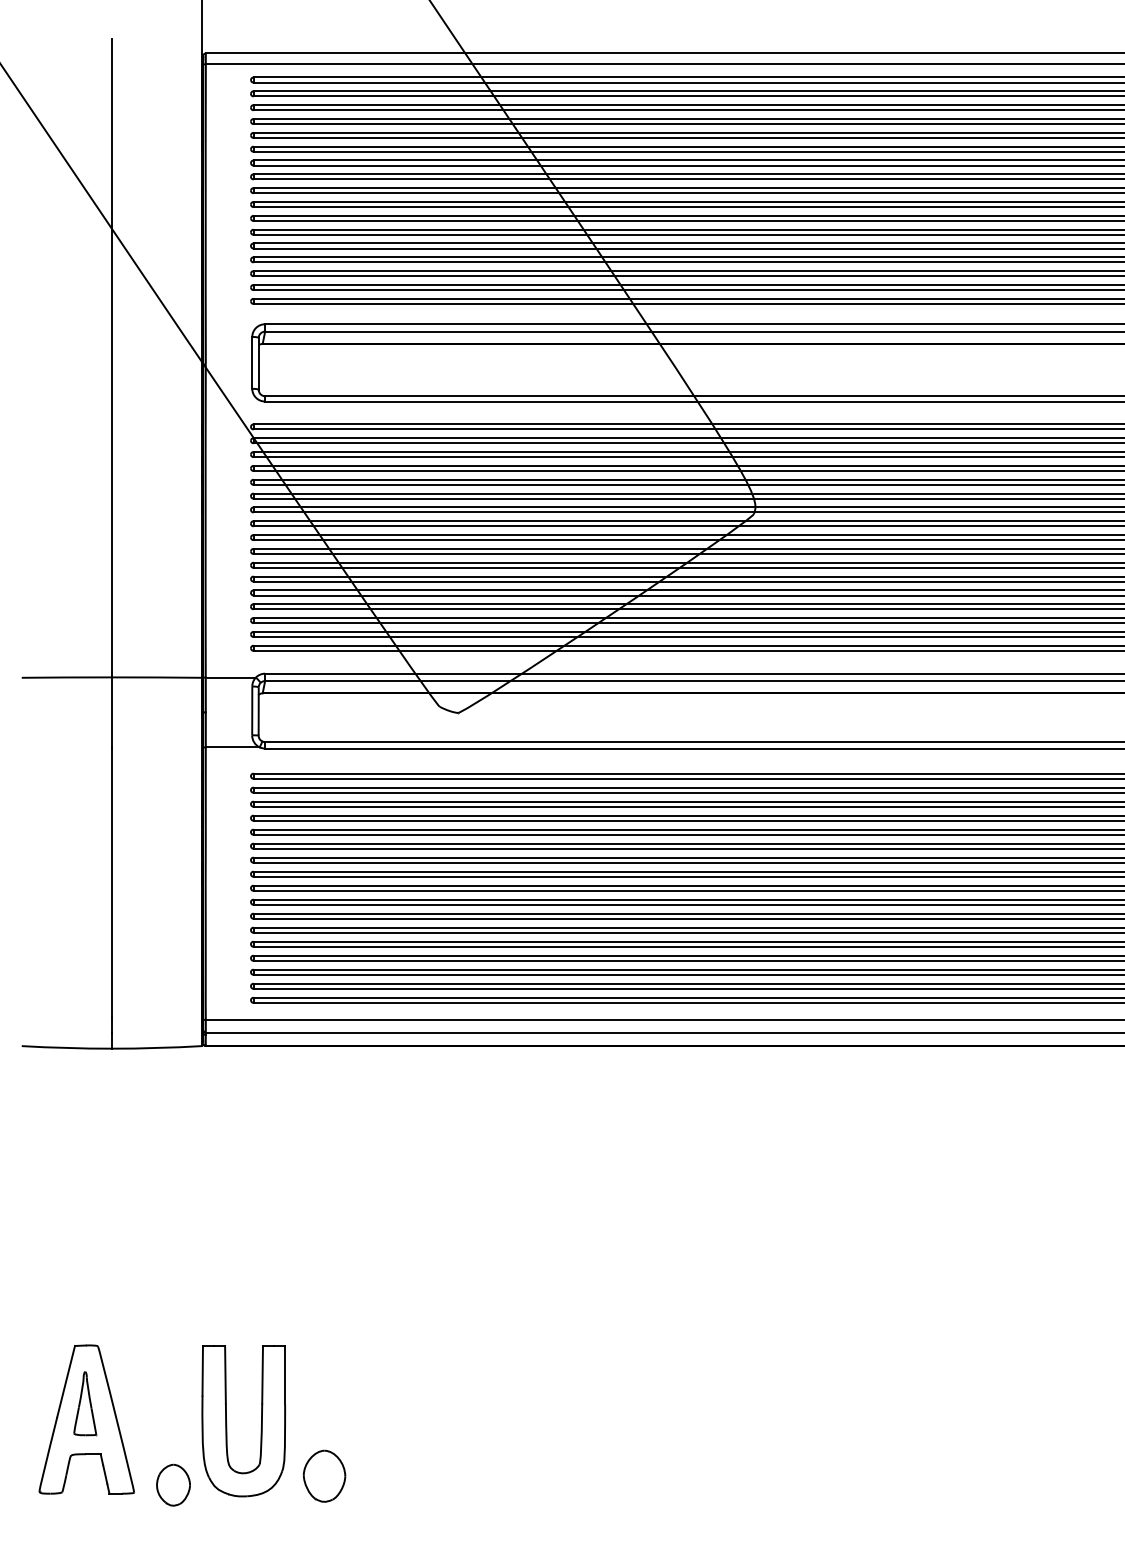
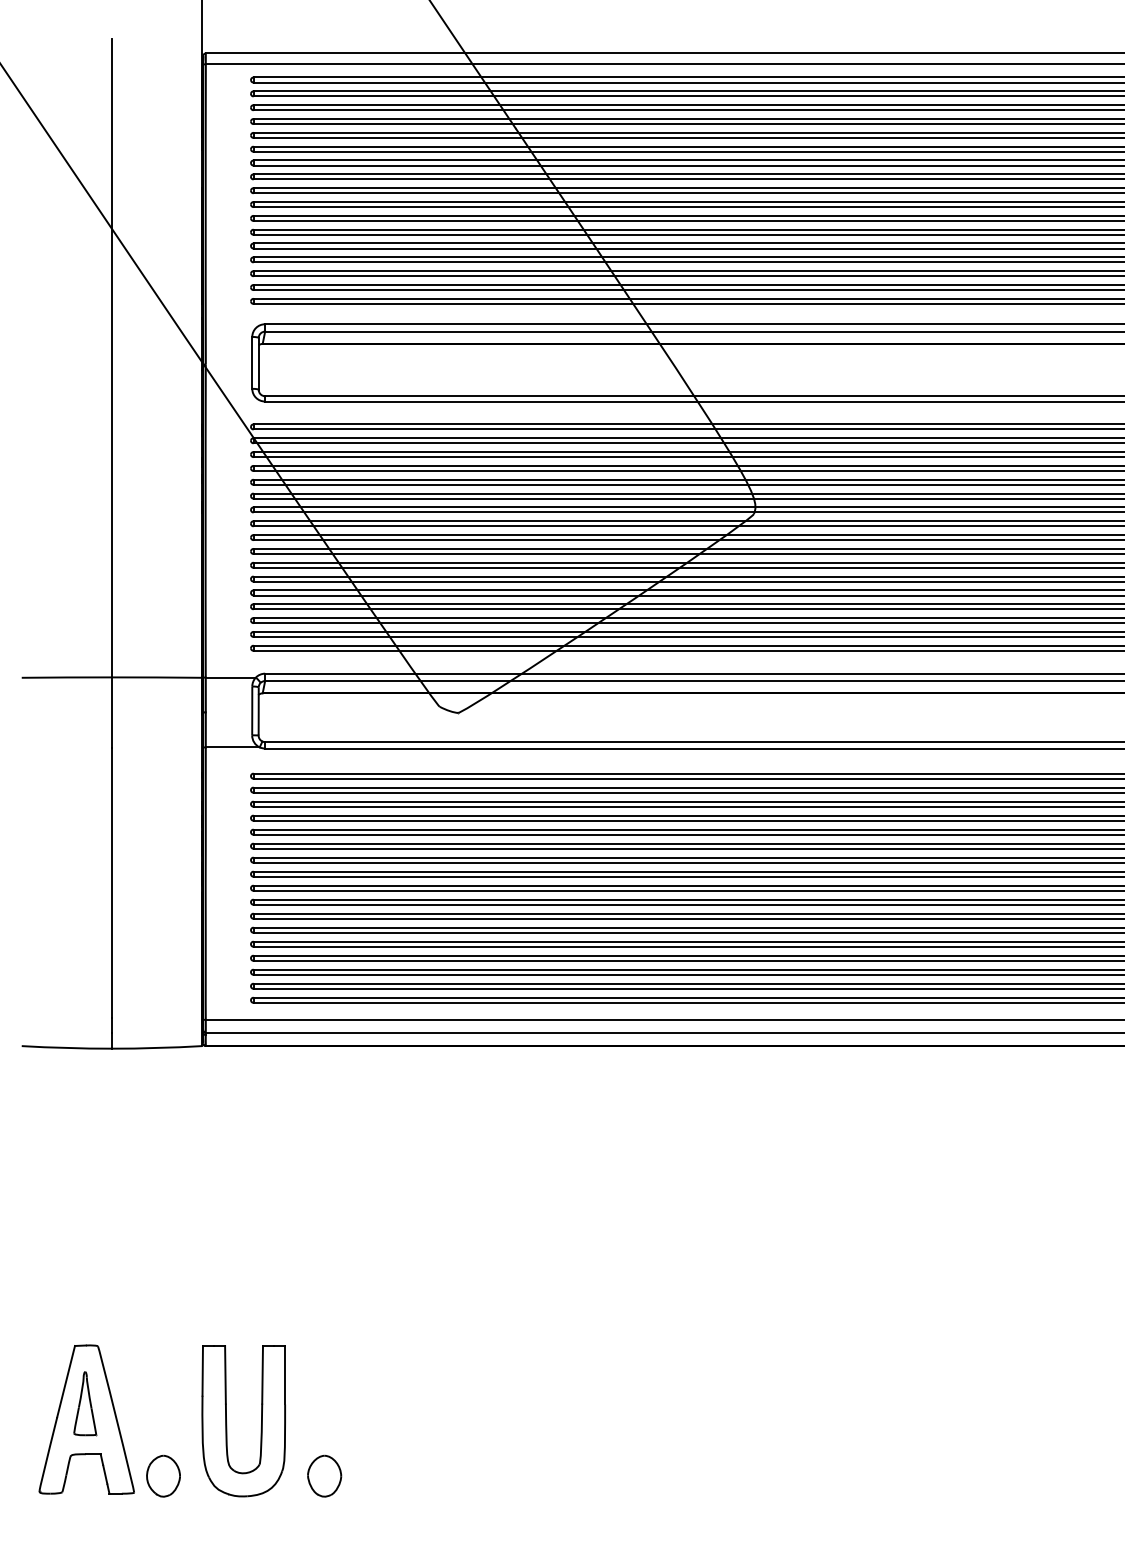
part at (324, 1475) size: 45x54 px -> 36x44 px
part at (173, 1484) position: (173, 1484) -> (163, 1475)
